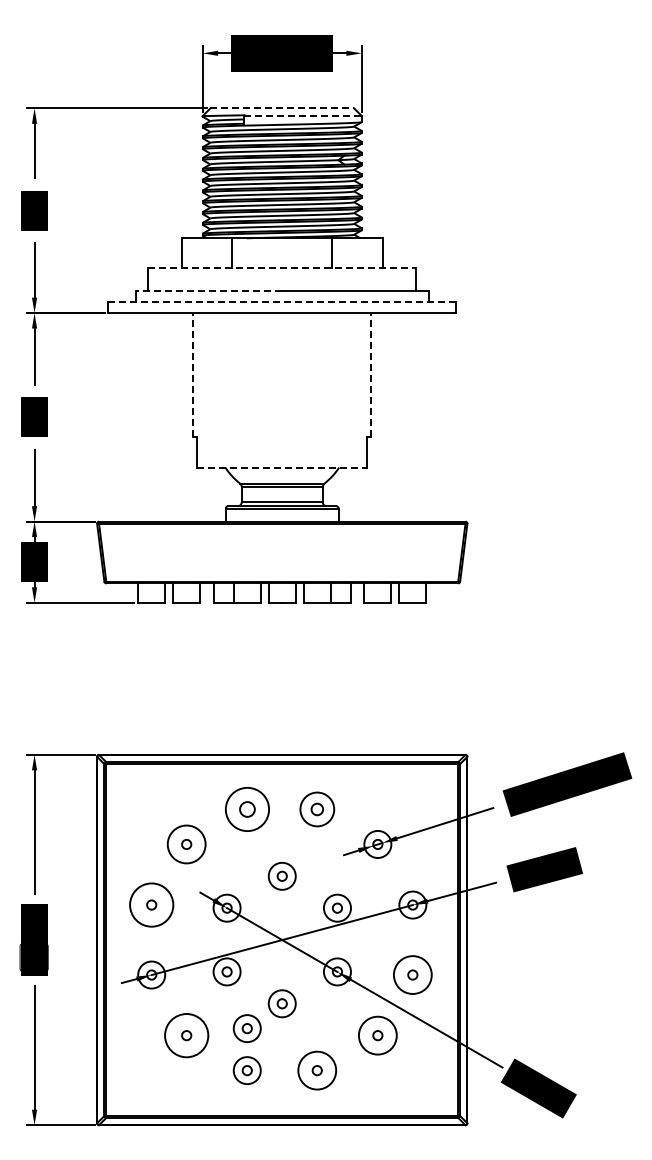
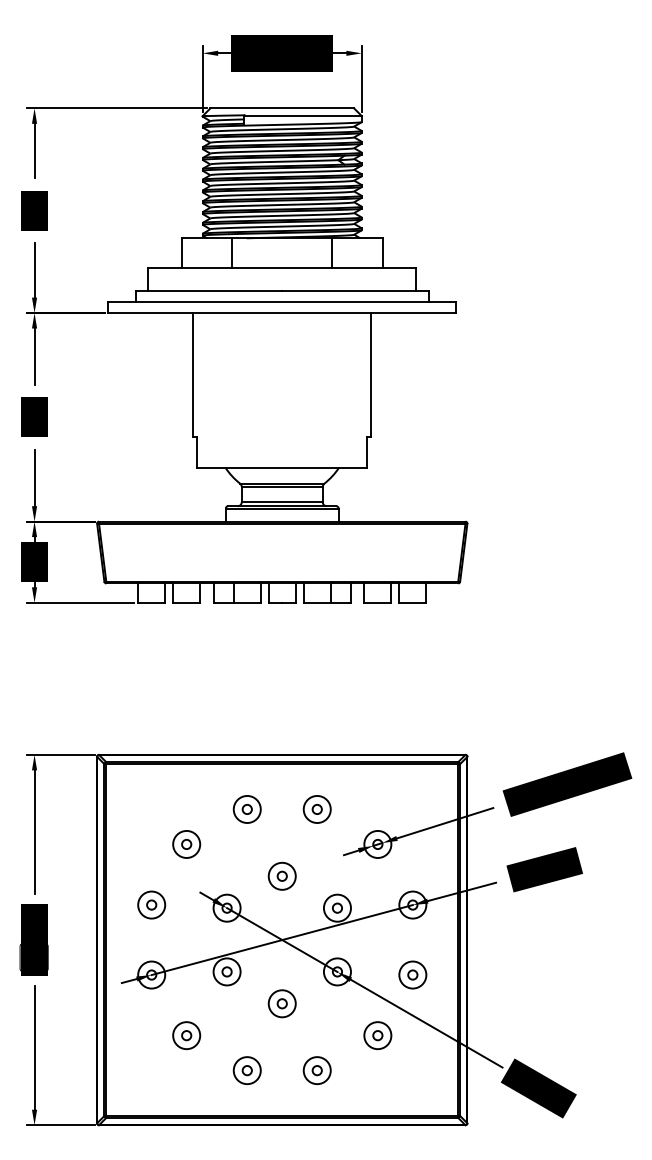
line at (282, 108): dashed -> solid
line at (303, 116): dashed -> solid
line at (282, 267): dashed -> solid
line at (208, 290): dashed -> solid
line at (282, 302): dashed -> solid
line at (193, 374): dashed -> solid
line at (371, 374): dashed -> solid
line at (282, 467): dashed -> solid
part at (247, 809) size: 45x45 px -> 30x29 px
part at (317, 809) size: 37x37 px -> 30x29 px
circle at (186, 844) diameter: 38 px -> 27 px
circle at (151, 904) diameter: 43 px -> 27 px
circle at (412, 974) diameter: 38 px -> 27 px
part at (246, 1028): present -> none
circle at (186, 1035) diameter: 43 px -> 27 px
circle at (377, 1035) diameter: 38 px -> 27 px
circle at (317, 1070) diameter: 38 px -> 27 px
